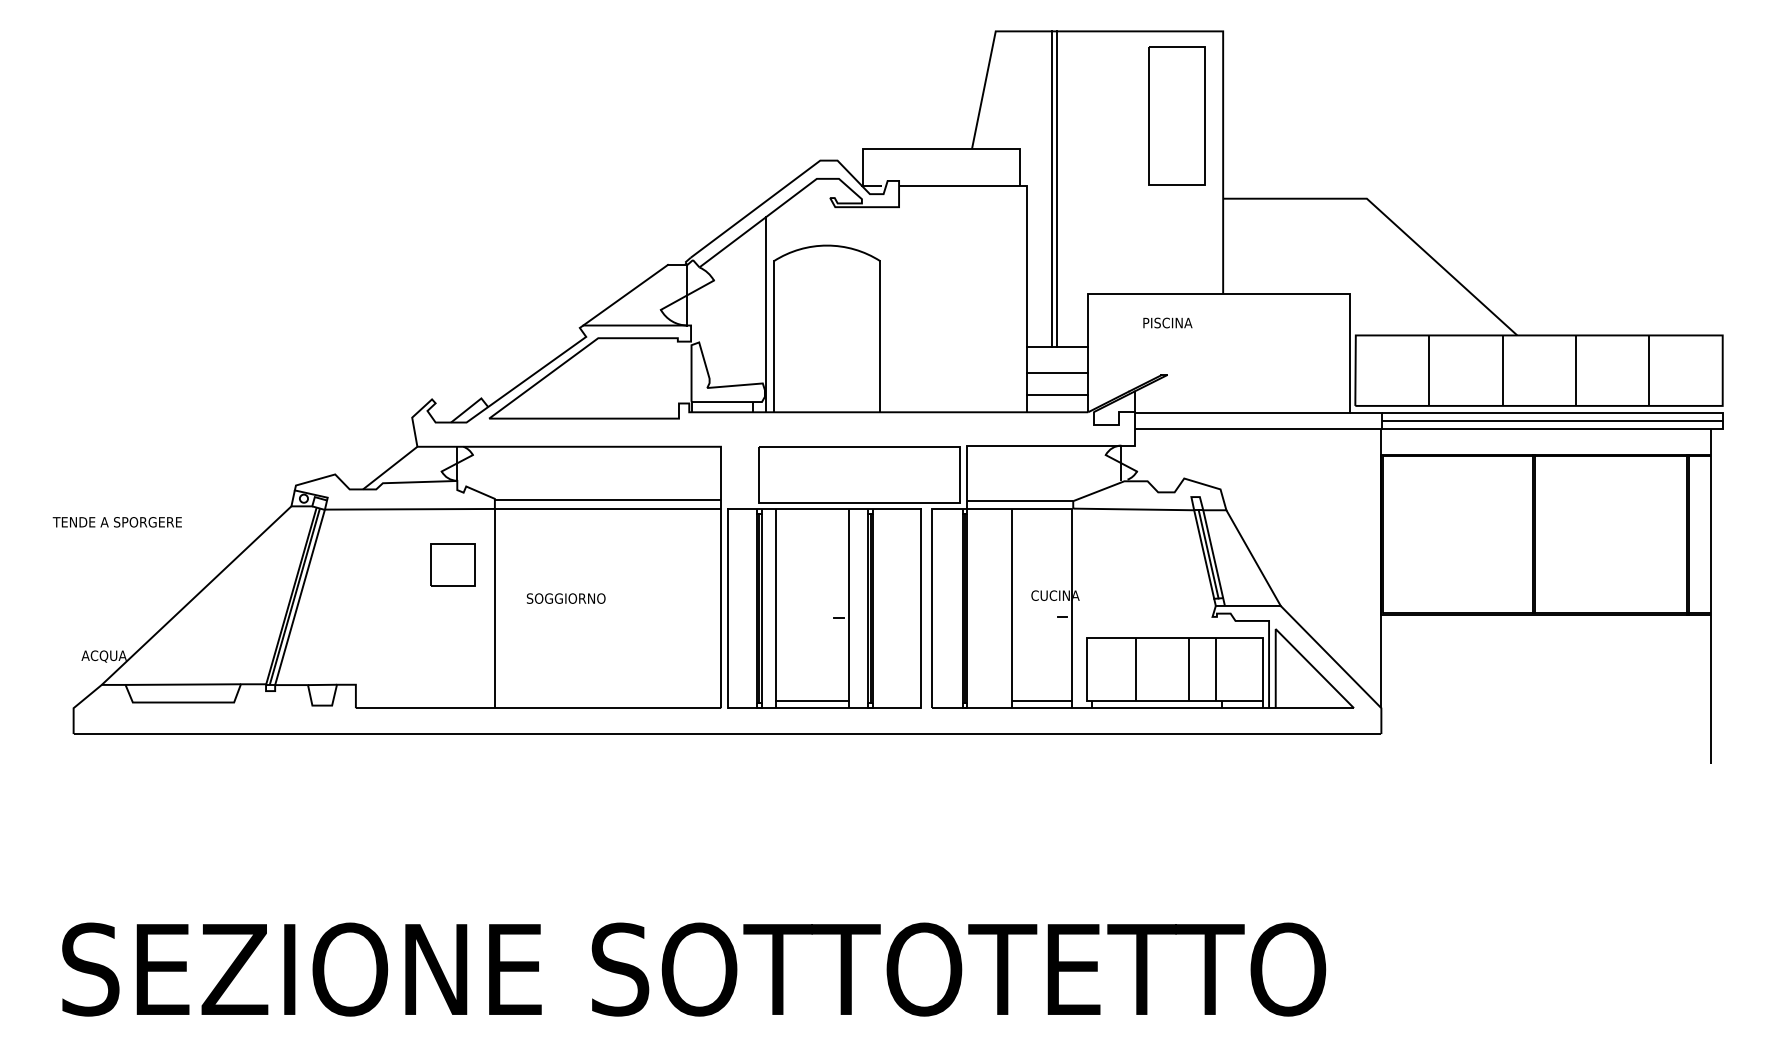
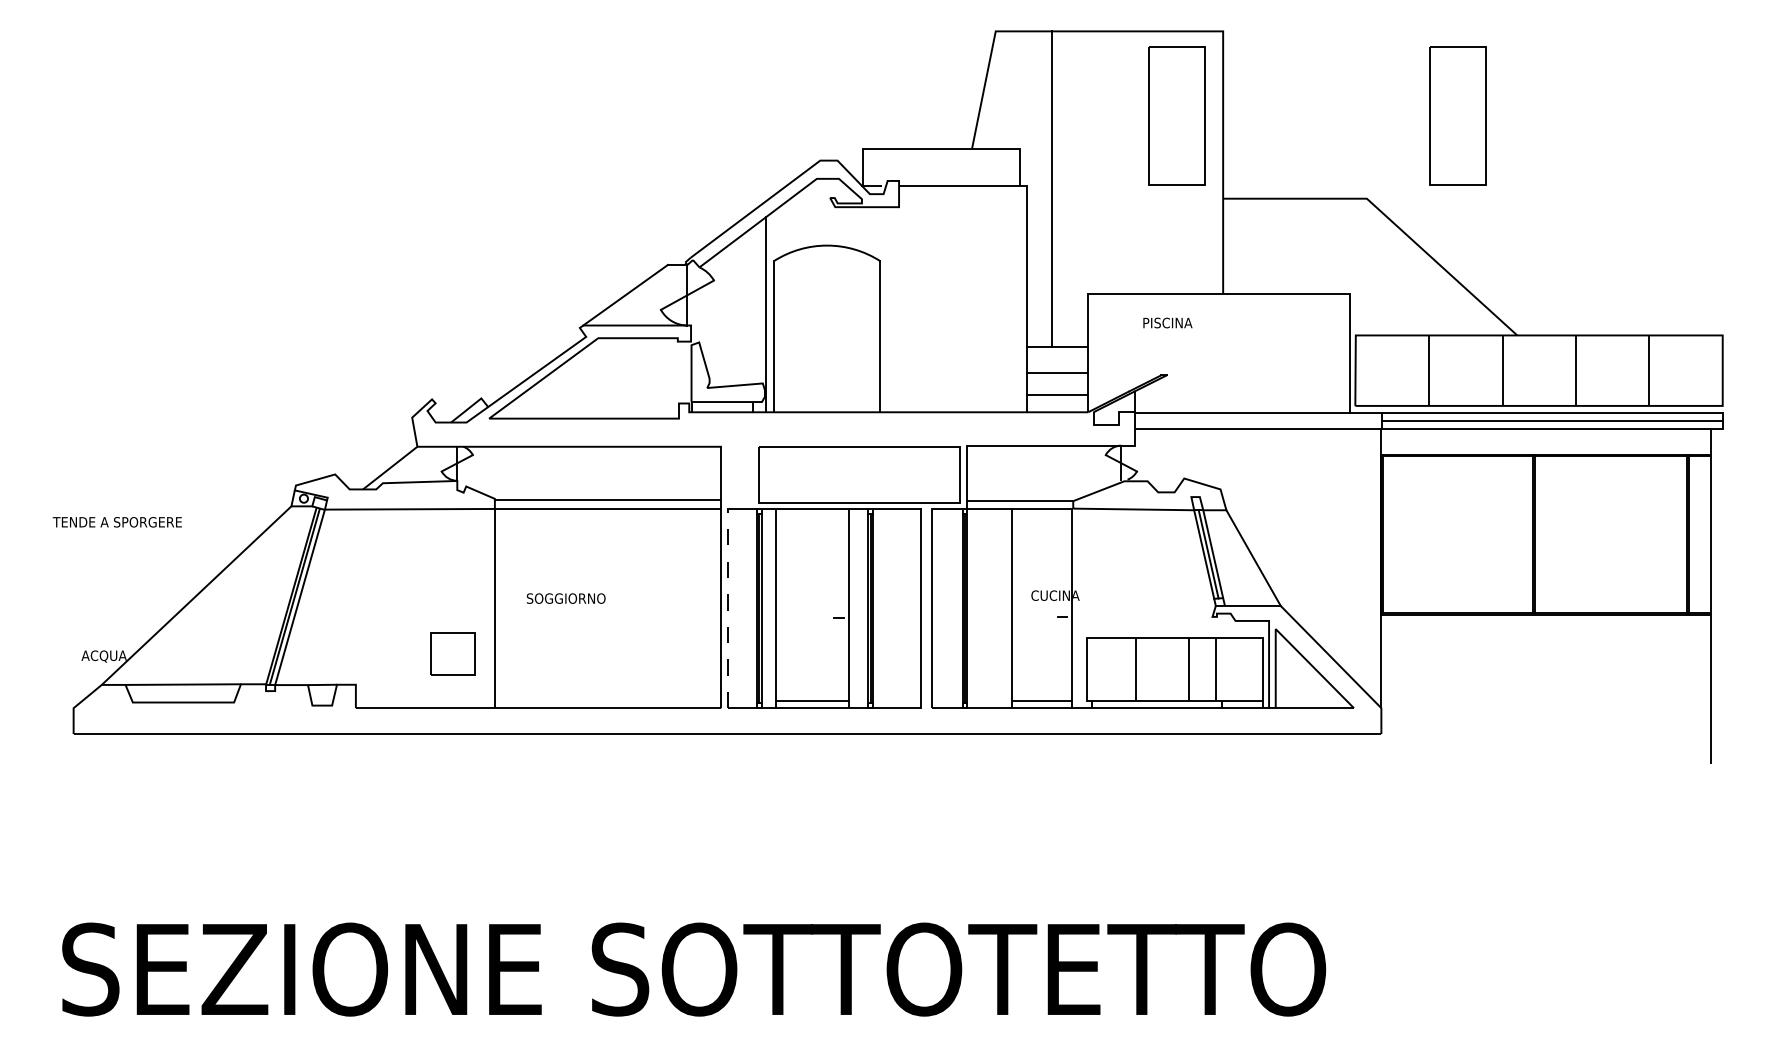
part at (1457, 115): none -> present
line at (1057, 188): present -> none
part at (452, 564) position: (452, 564) -> (452, 653)
line at (727, 608): solid -> dashed
